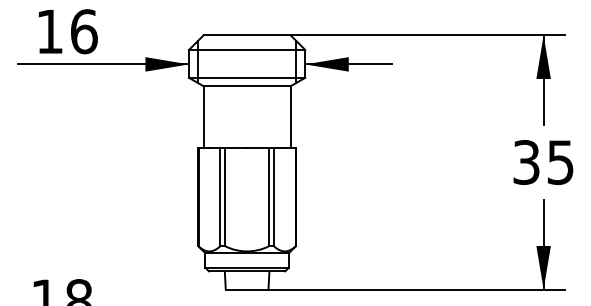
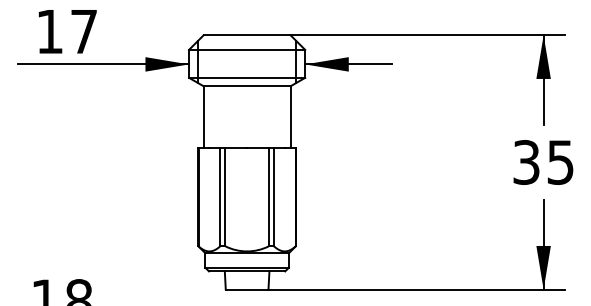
text at (84, 31): 16 -> 17
